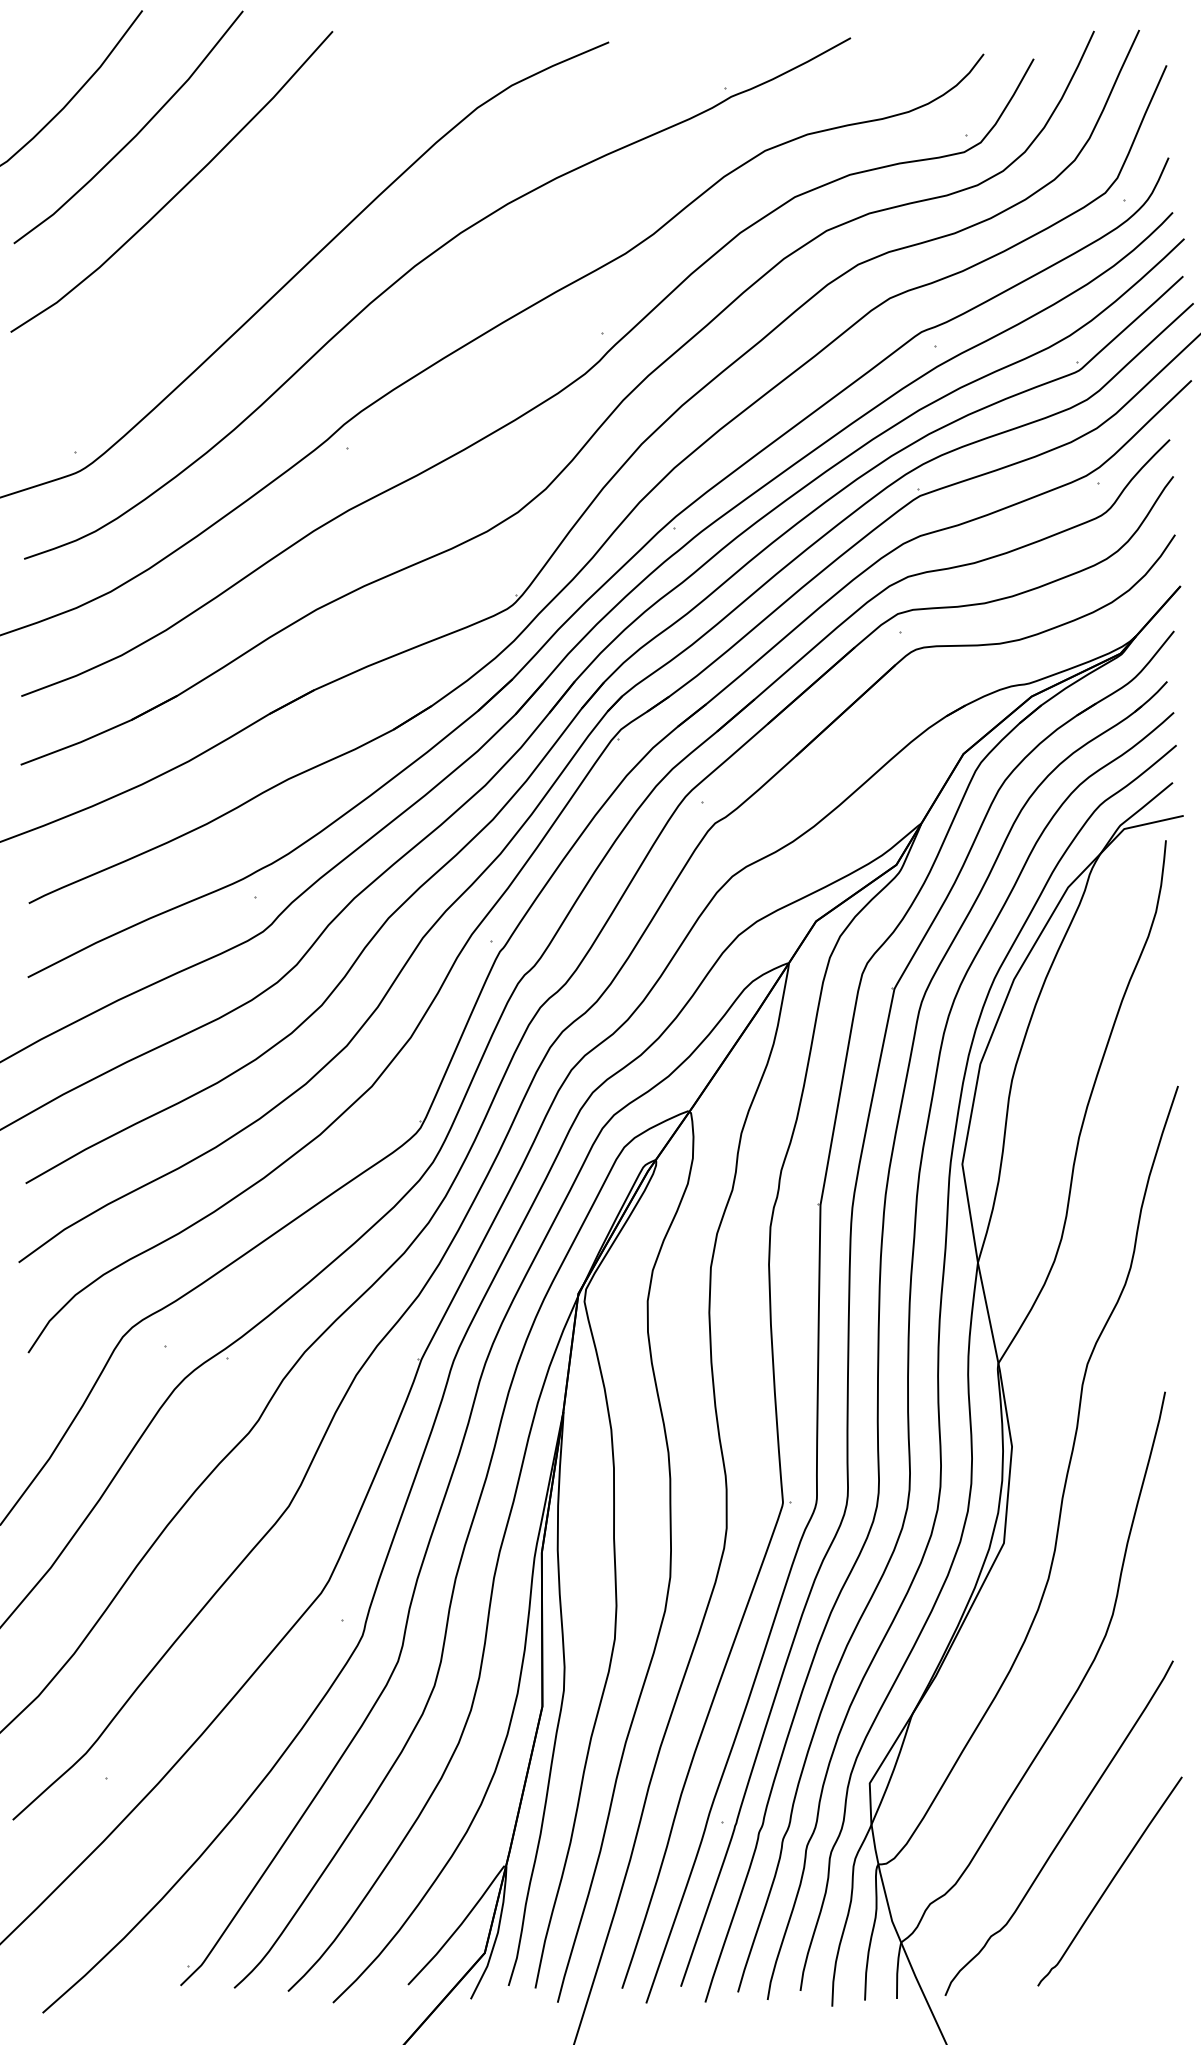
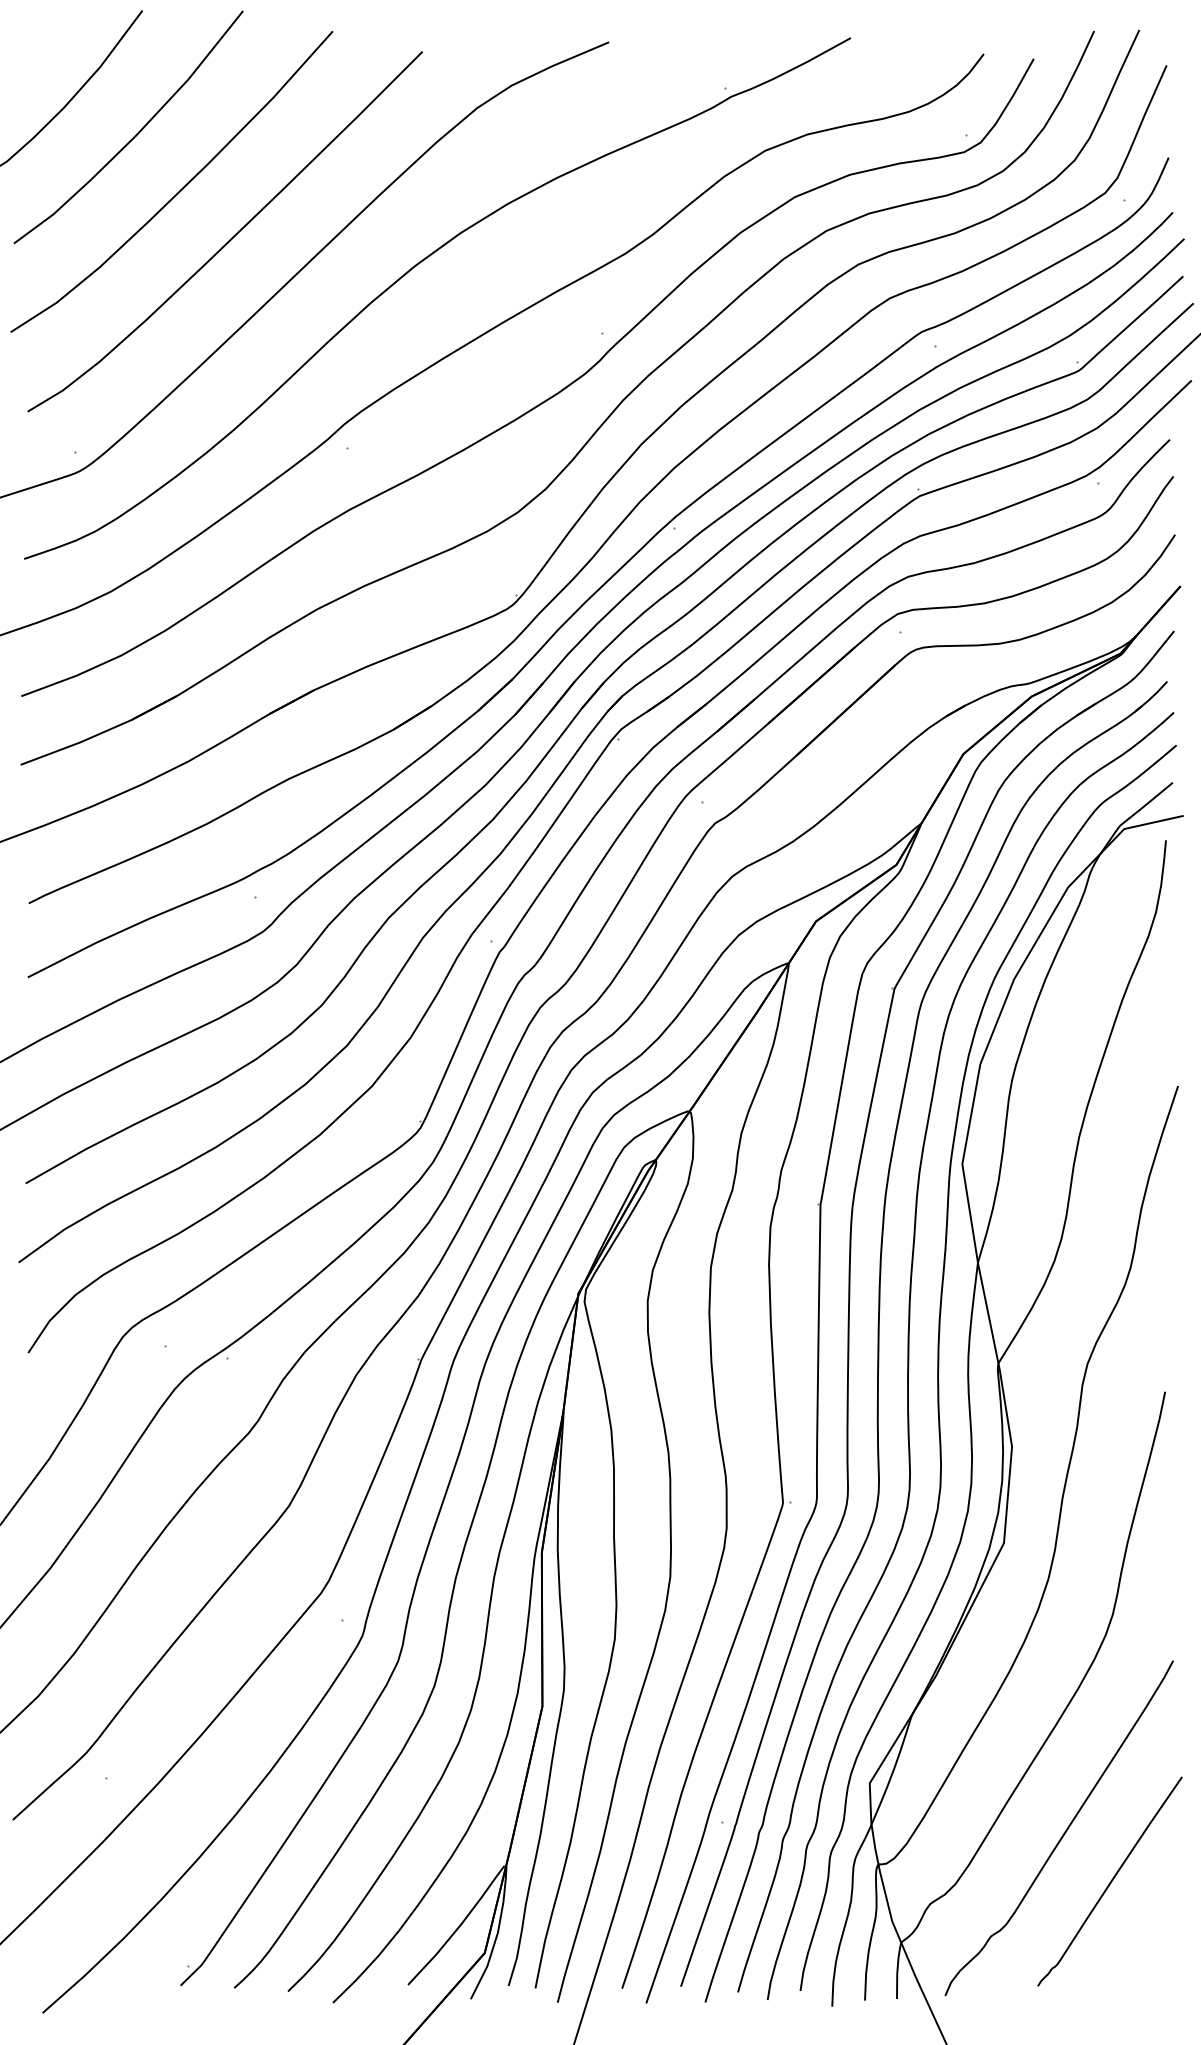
curve at (231, 237): none -> present
